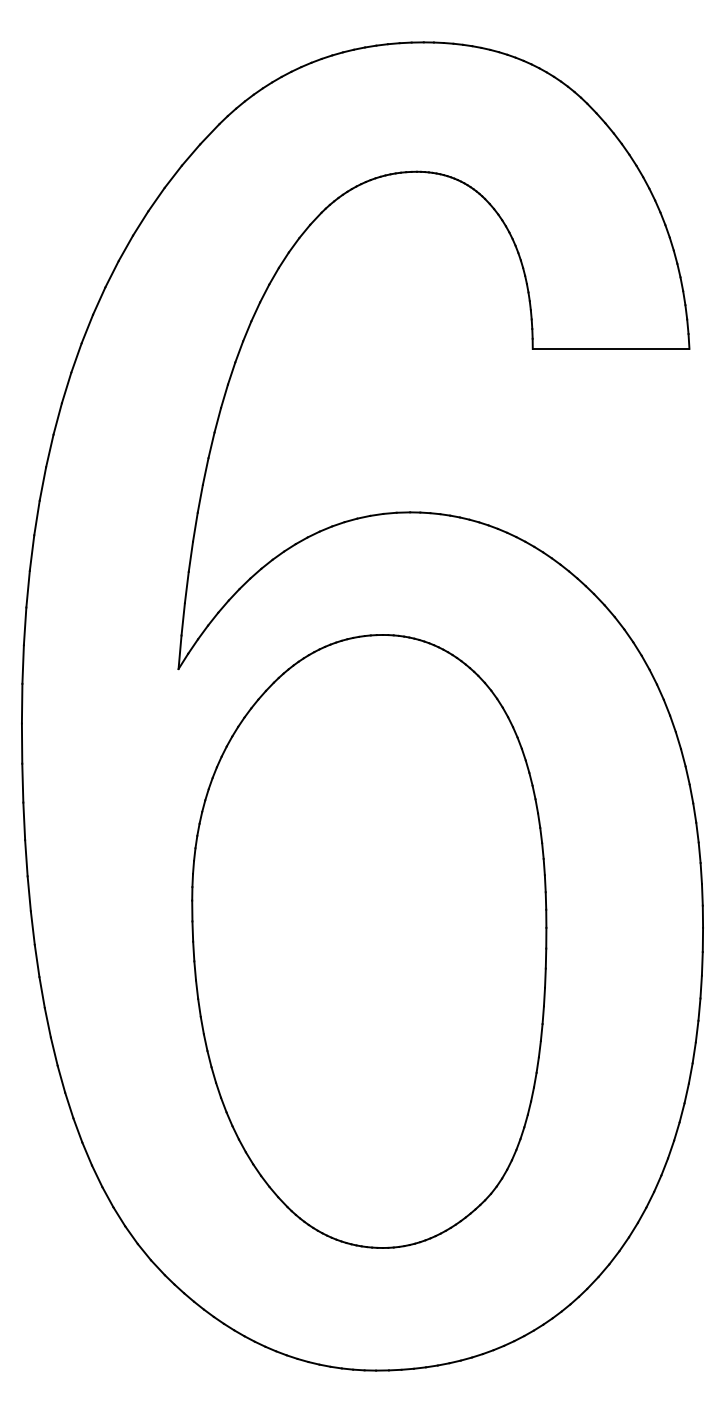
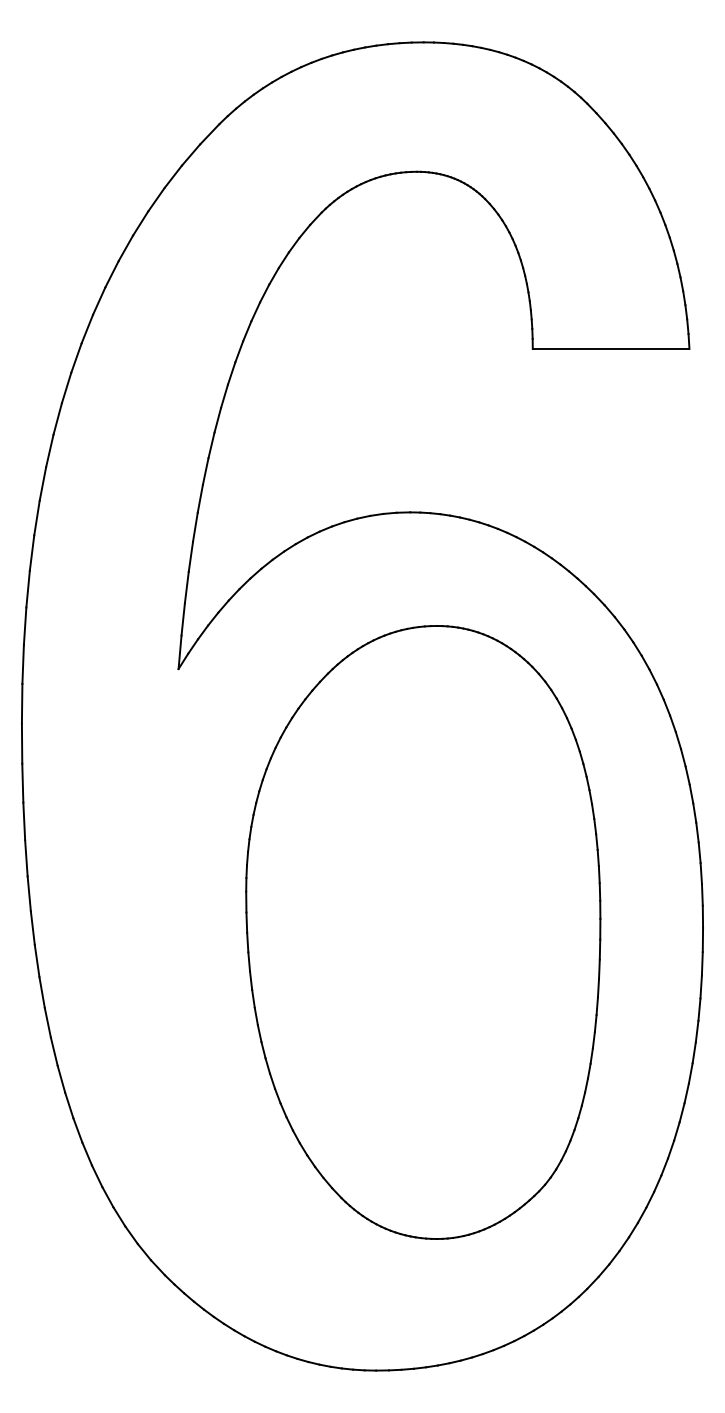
part at (369, 941) position: (369, 941) -> (423, 932)
